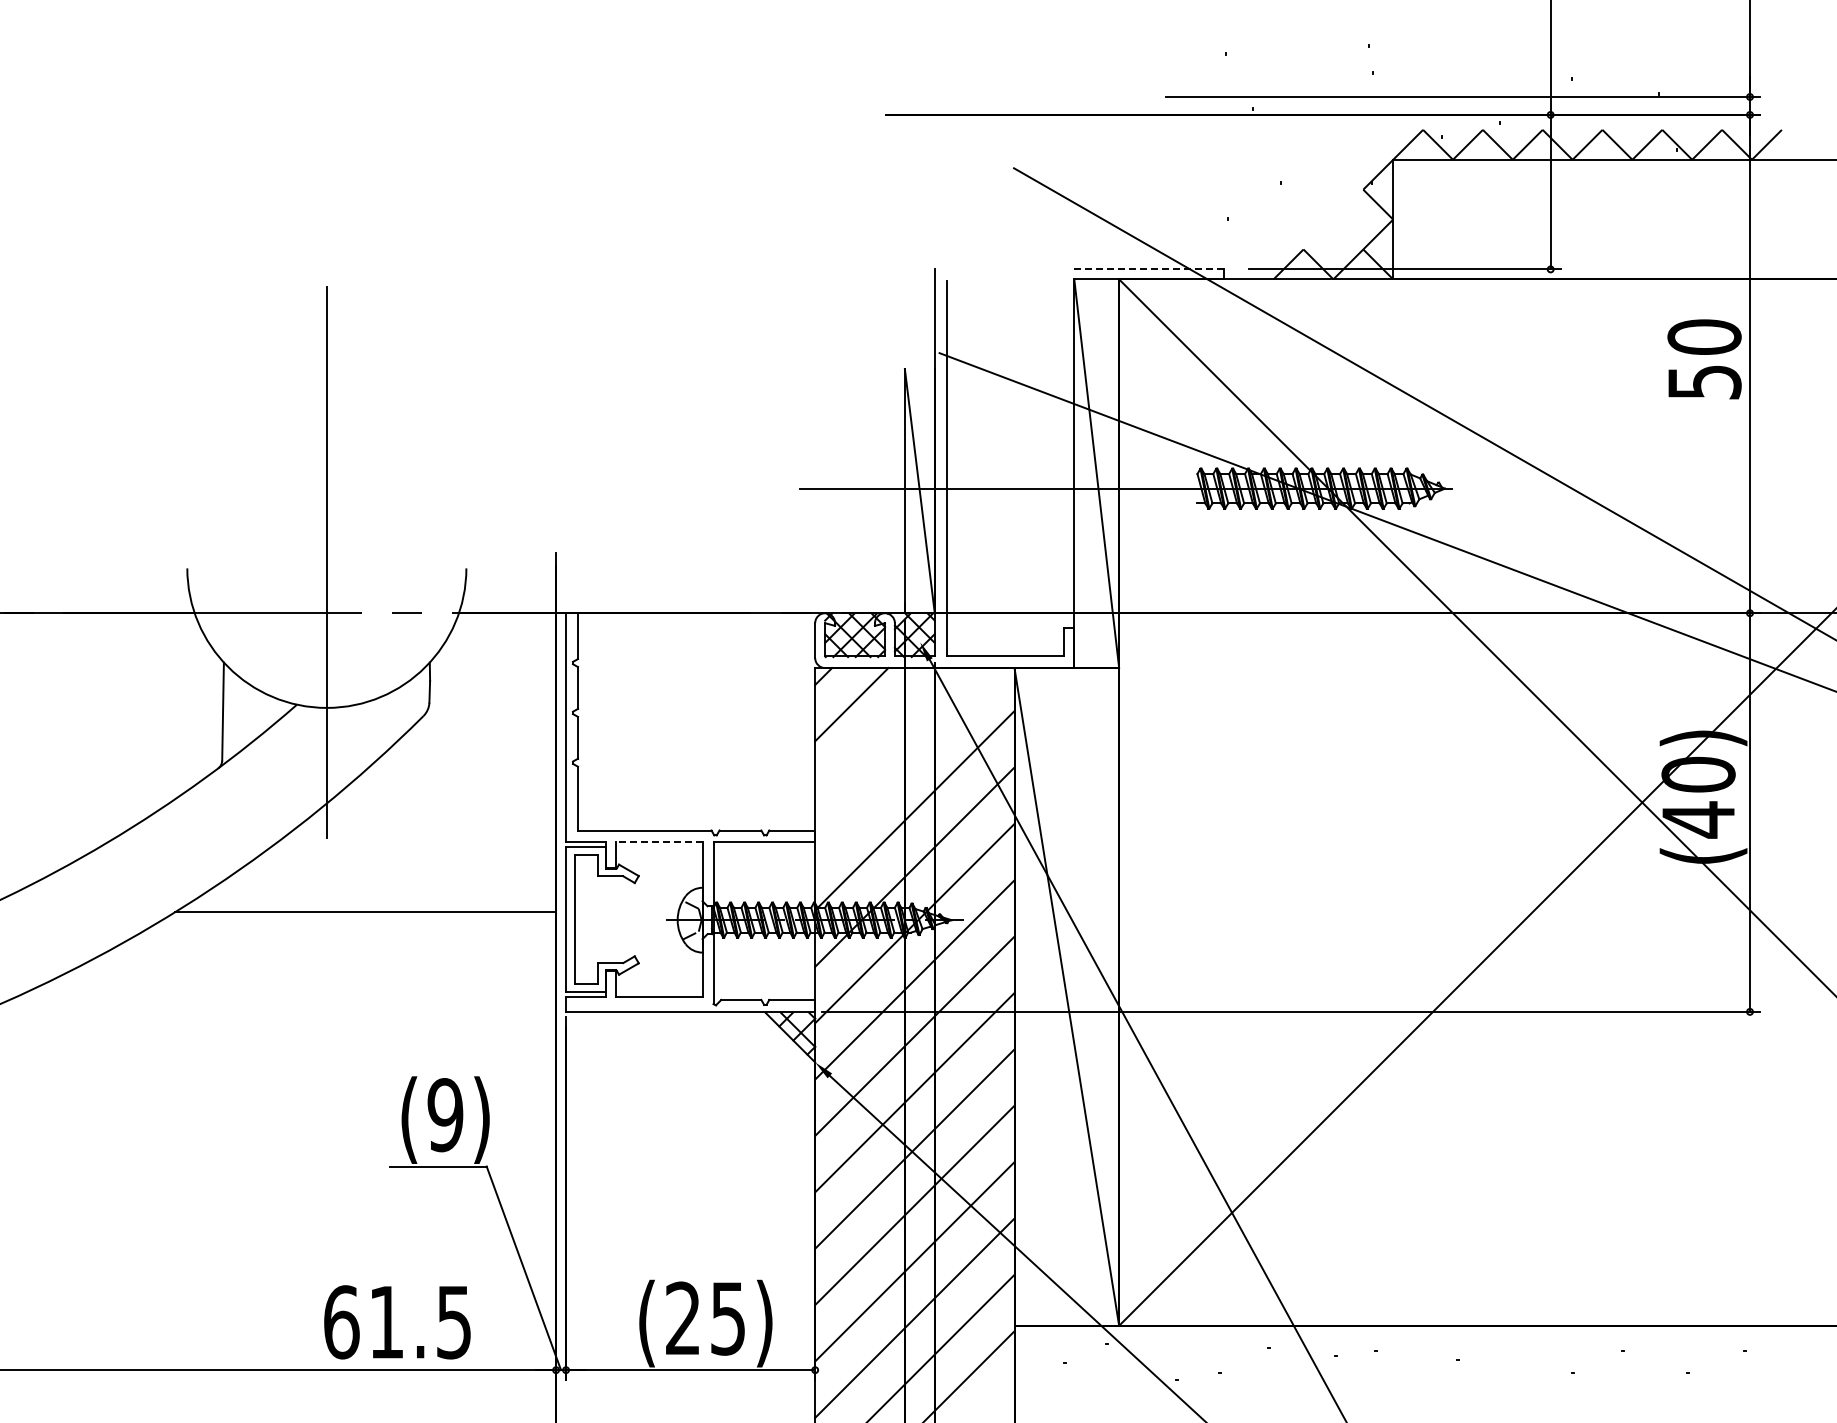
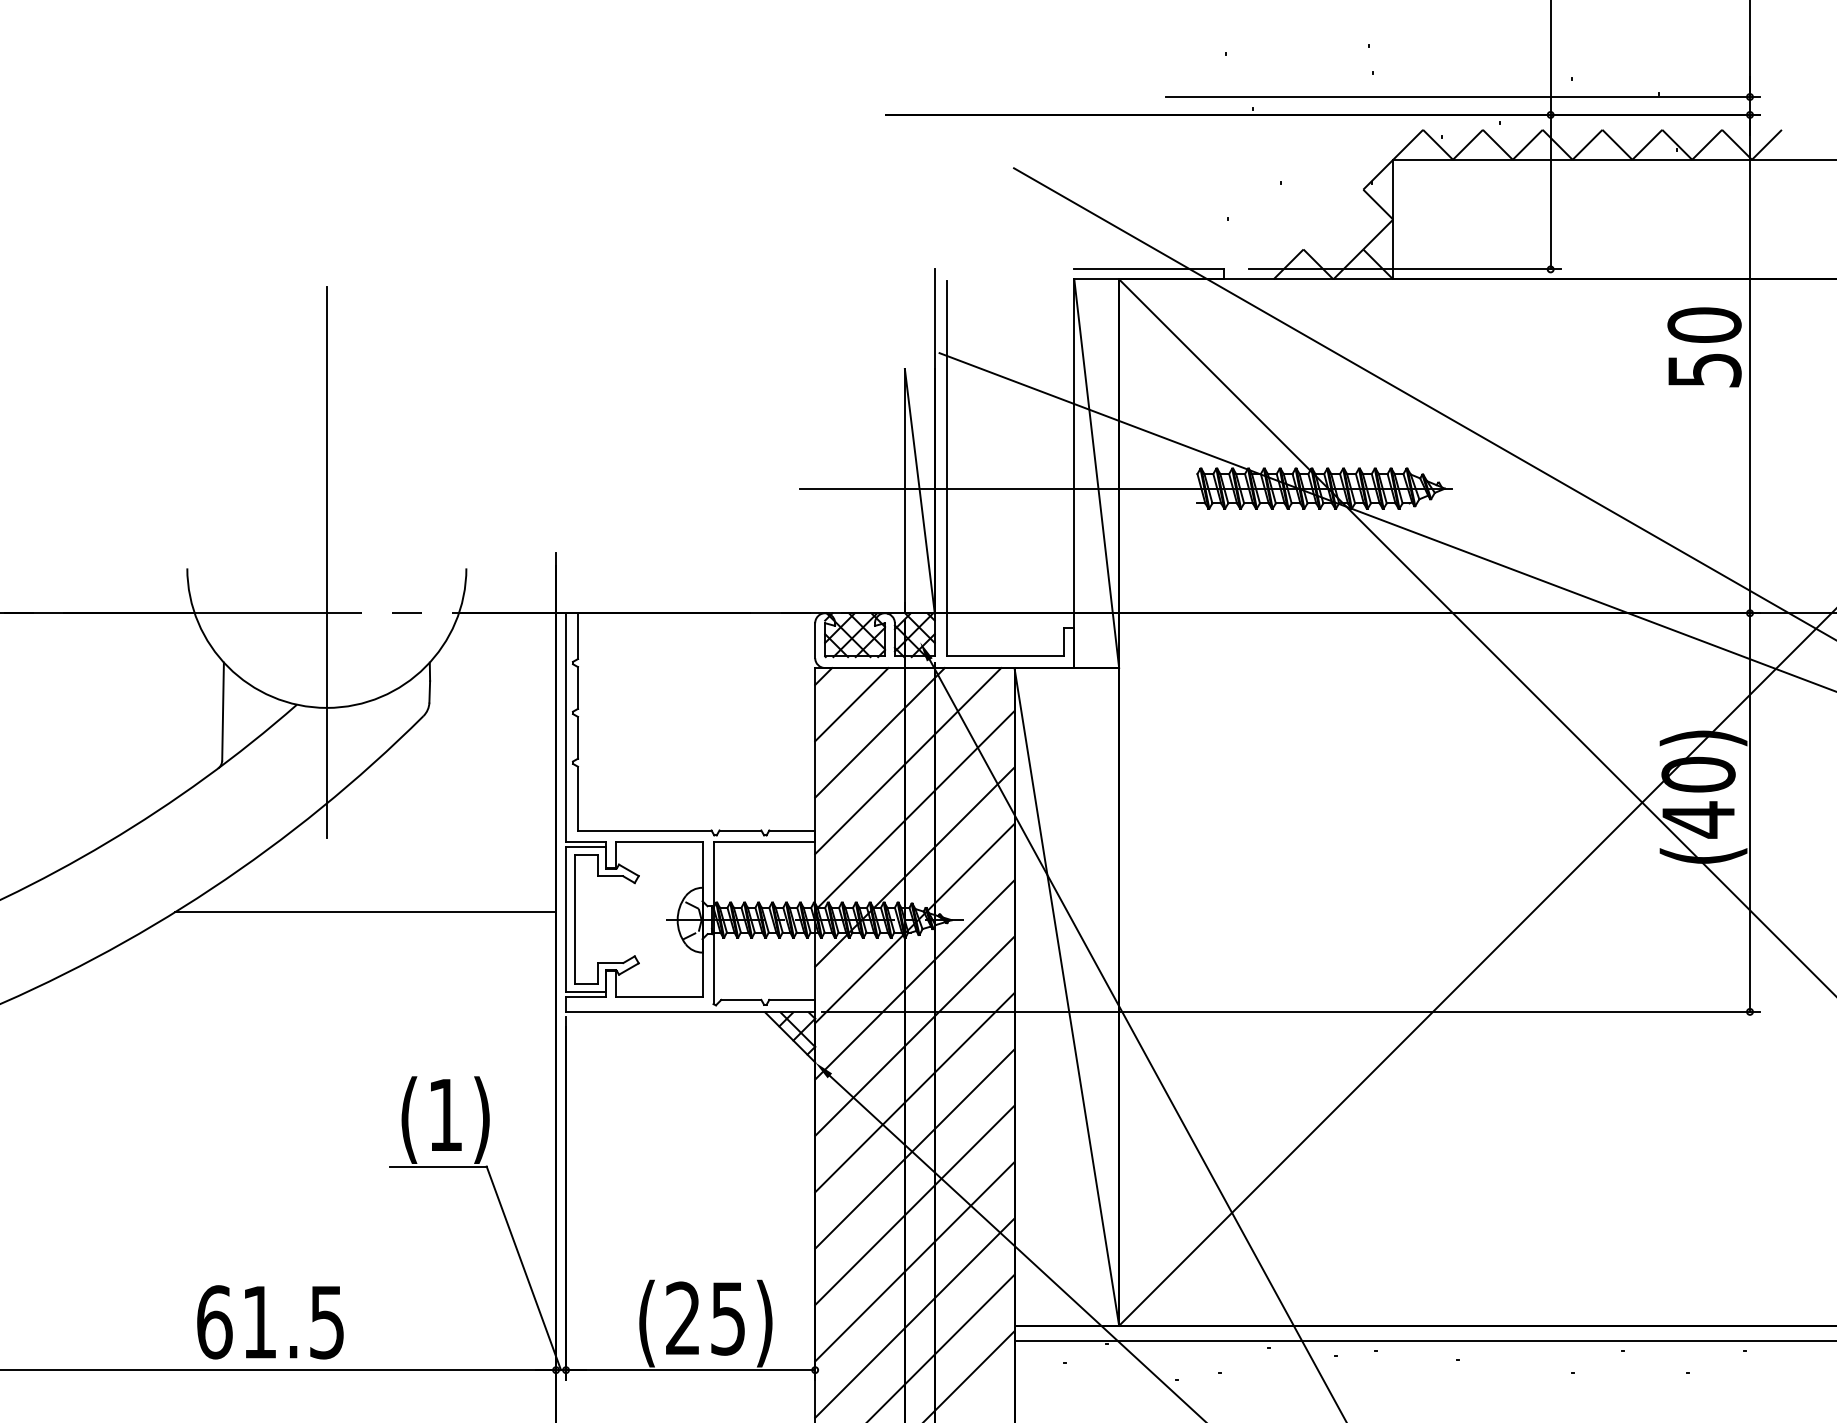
line at (1149, 269): dashed -> solid
text at (1704, 359) position: (1704, 359) -> (1704, 347)
line at (879, 732): none -> present
line at (908, 761): none -> present
line at (658, 842): dashed -> solid
text at (445, 1115): (9) -> (1)
text at (397, 1322) position: (397, 1322) -> (270, 1322)
line at (1423, 1340): none -> present
